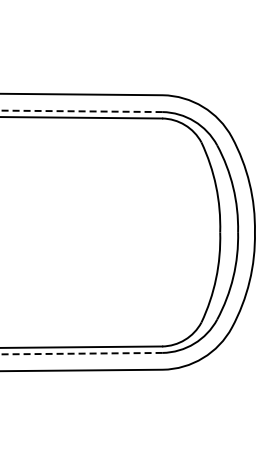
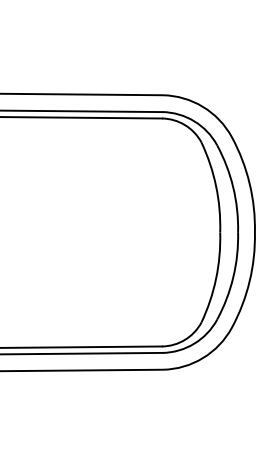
line at (80, 111): dashed -> solid
line at (80, 353): dashed -> solid
